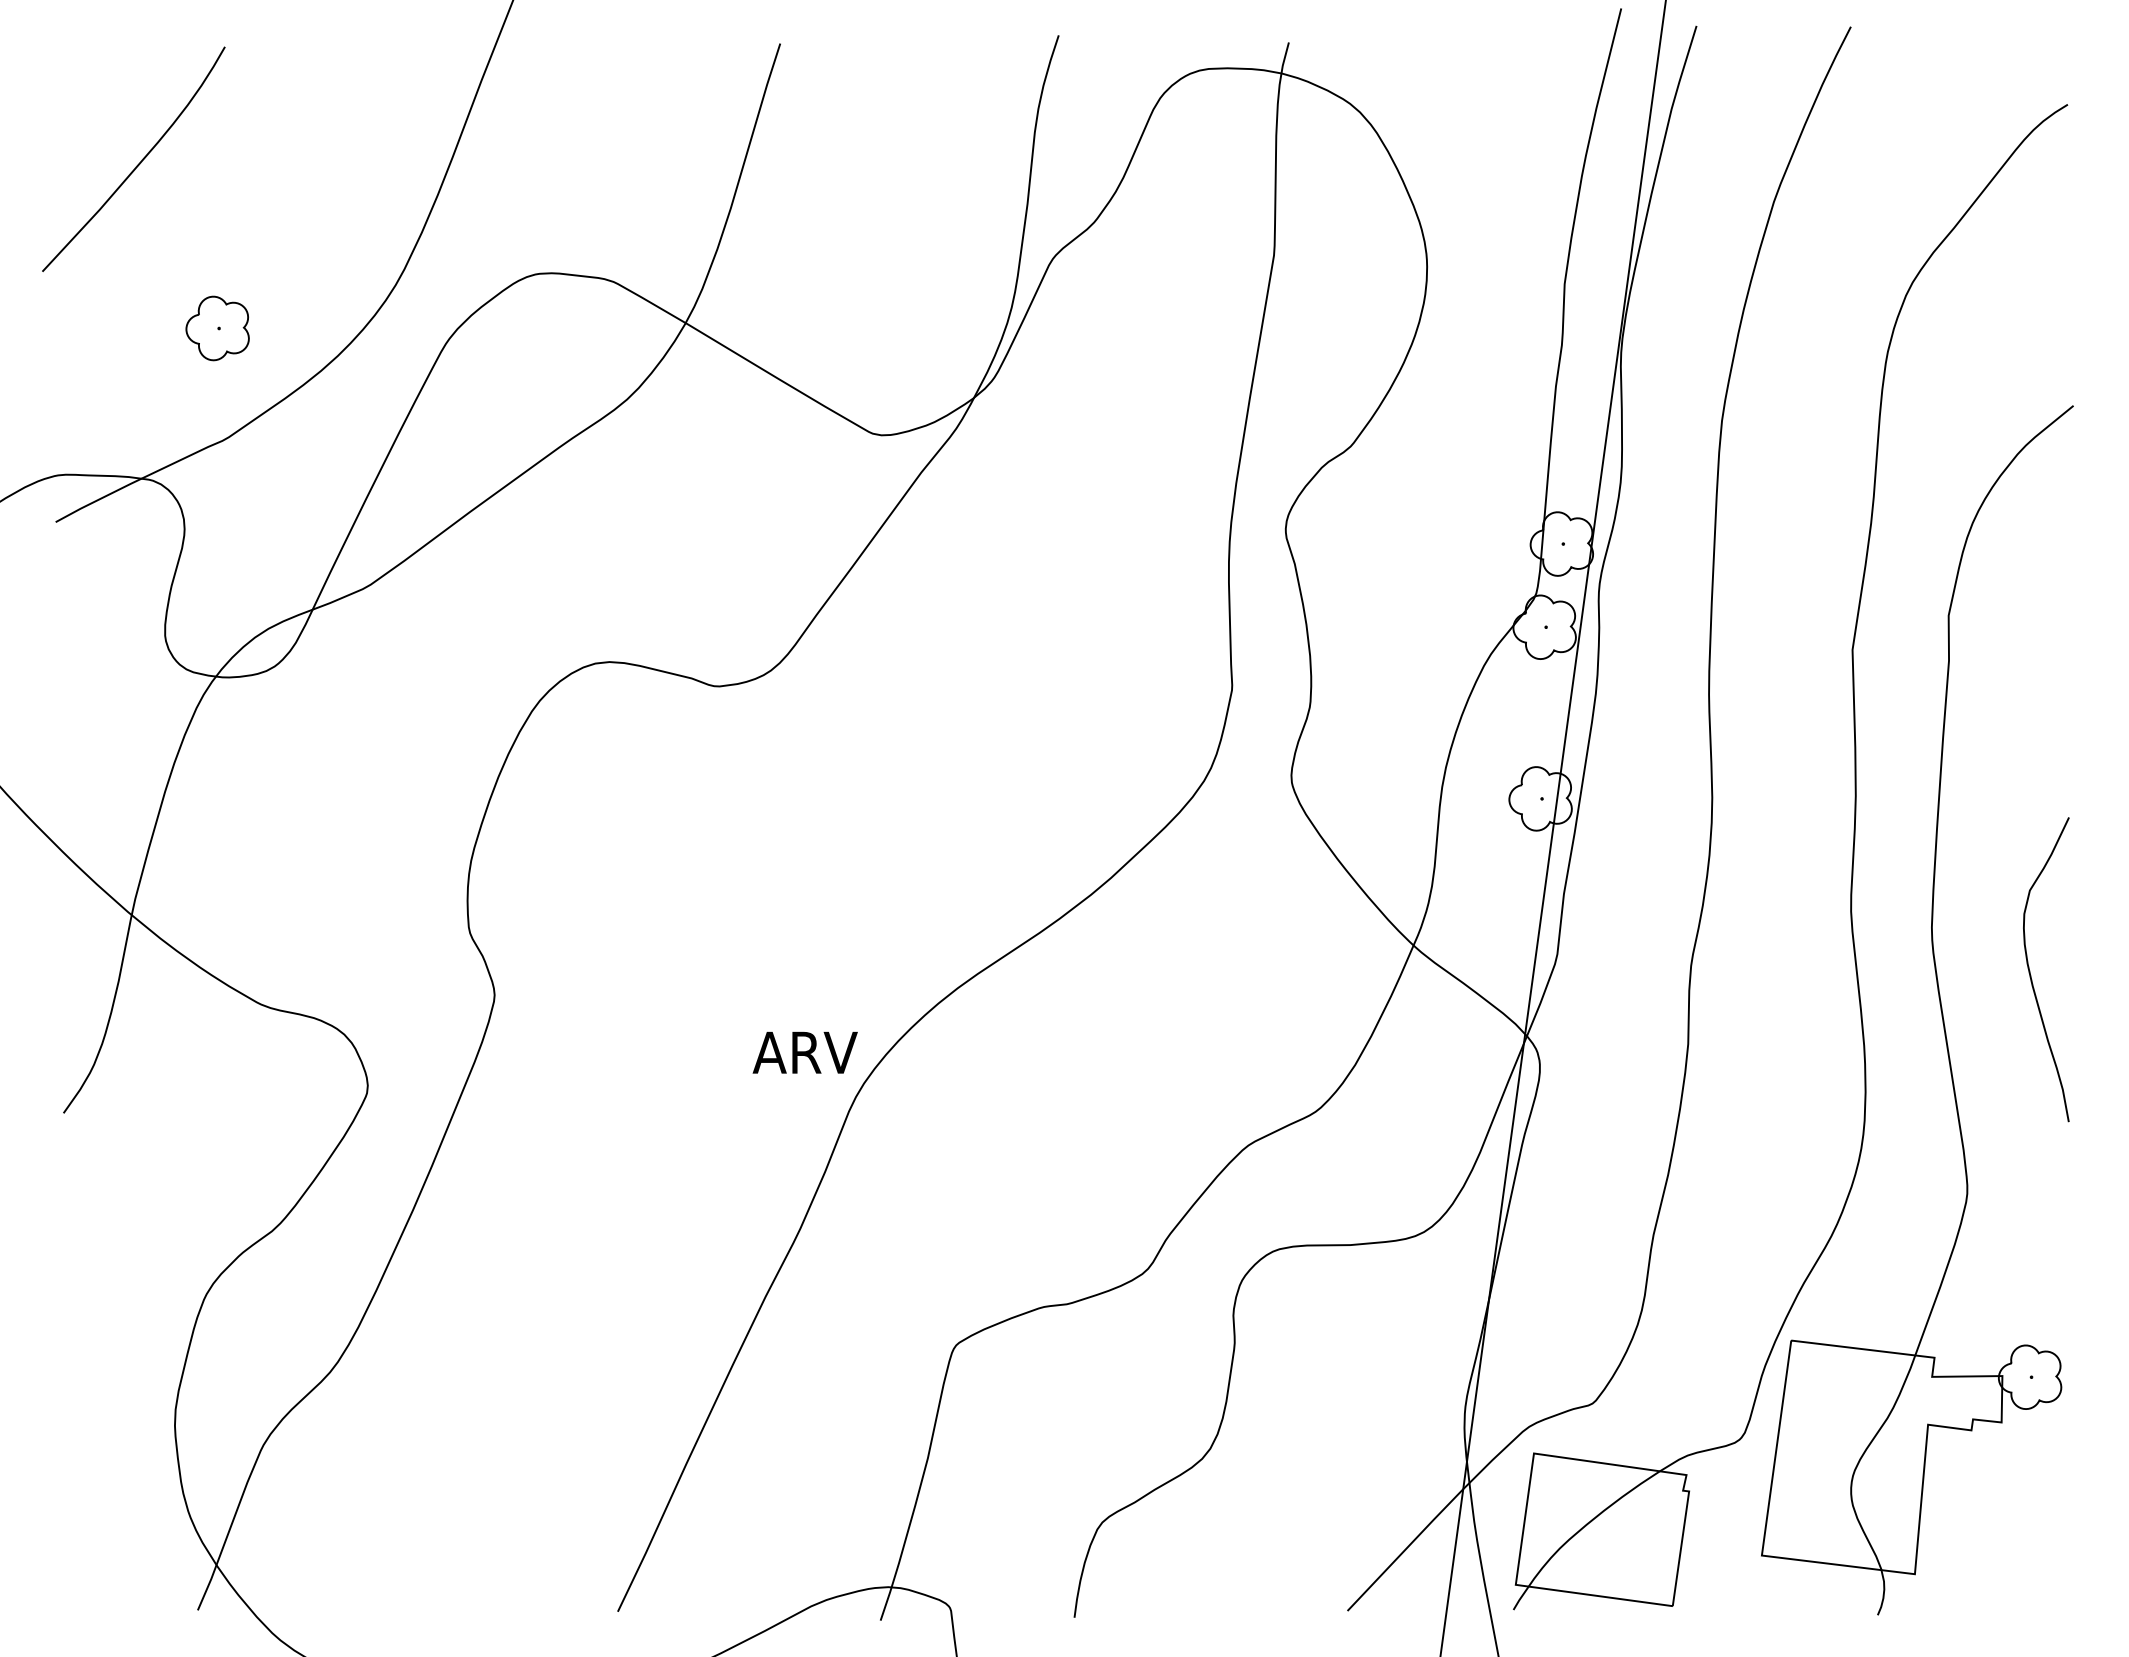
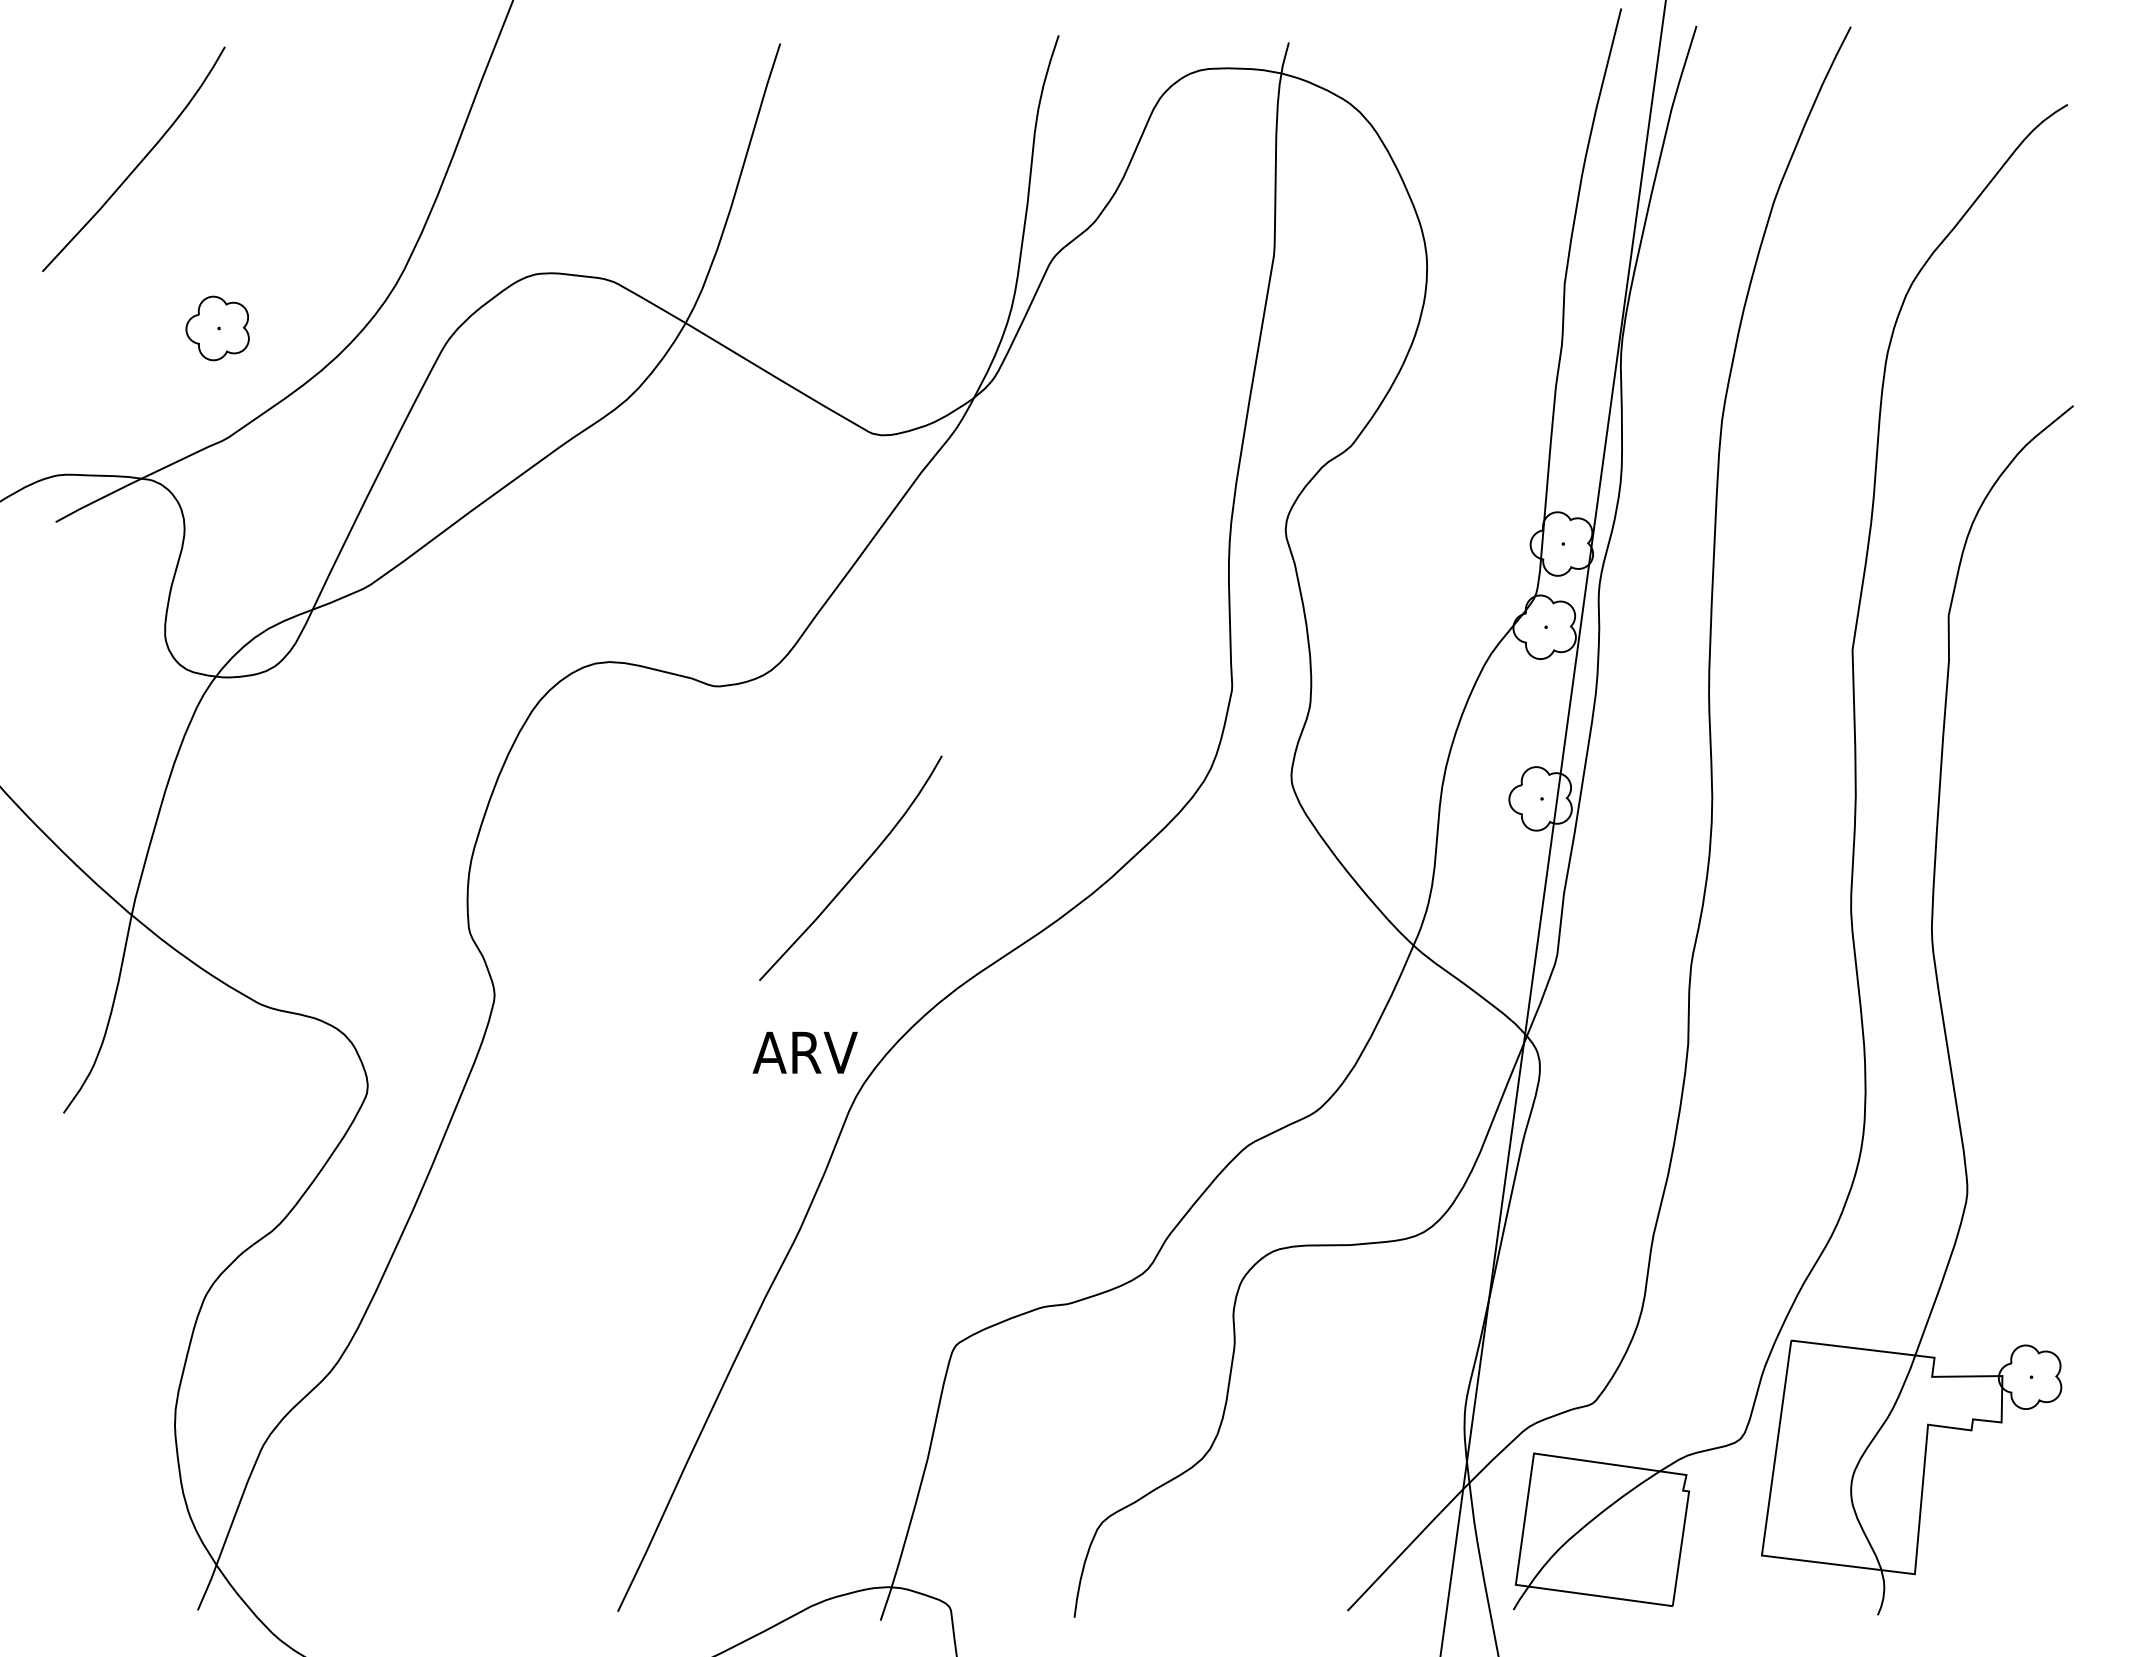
curve at (855, 872): none -> present
curve at (2030, 970): present -> none
